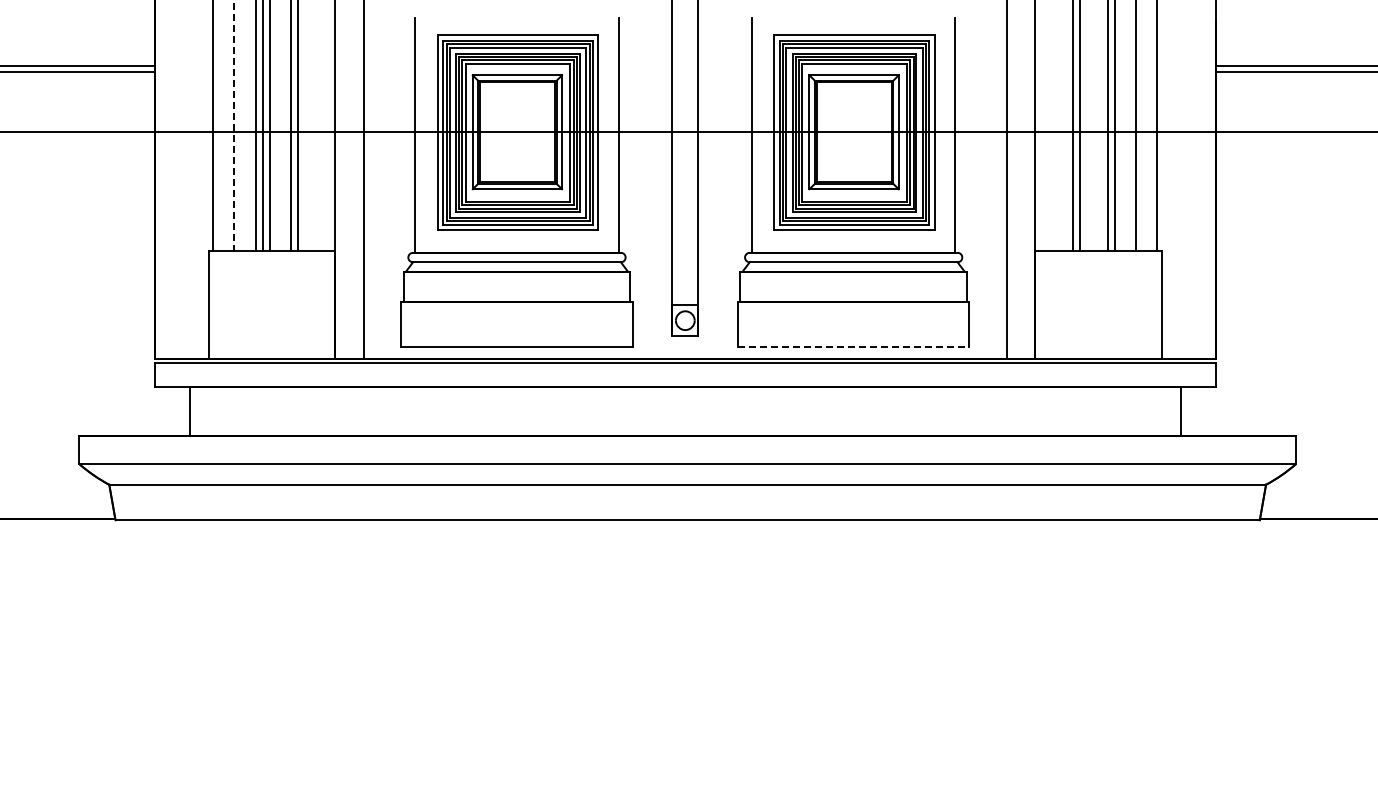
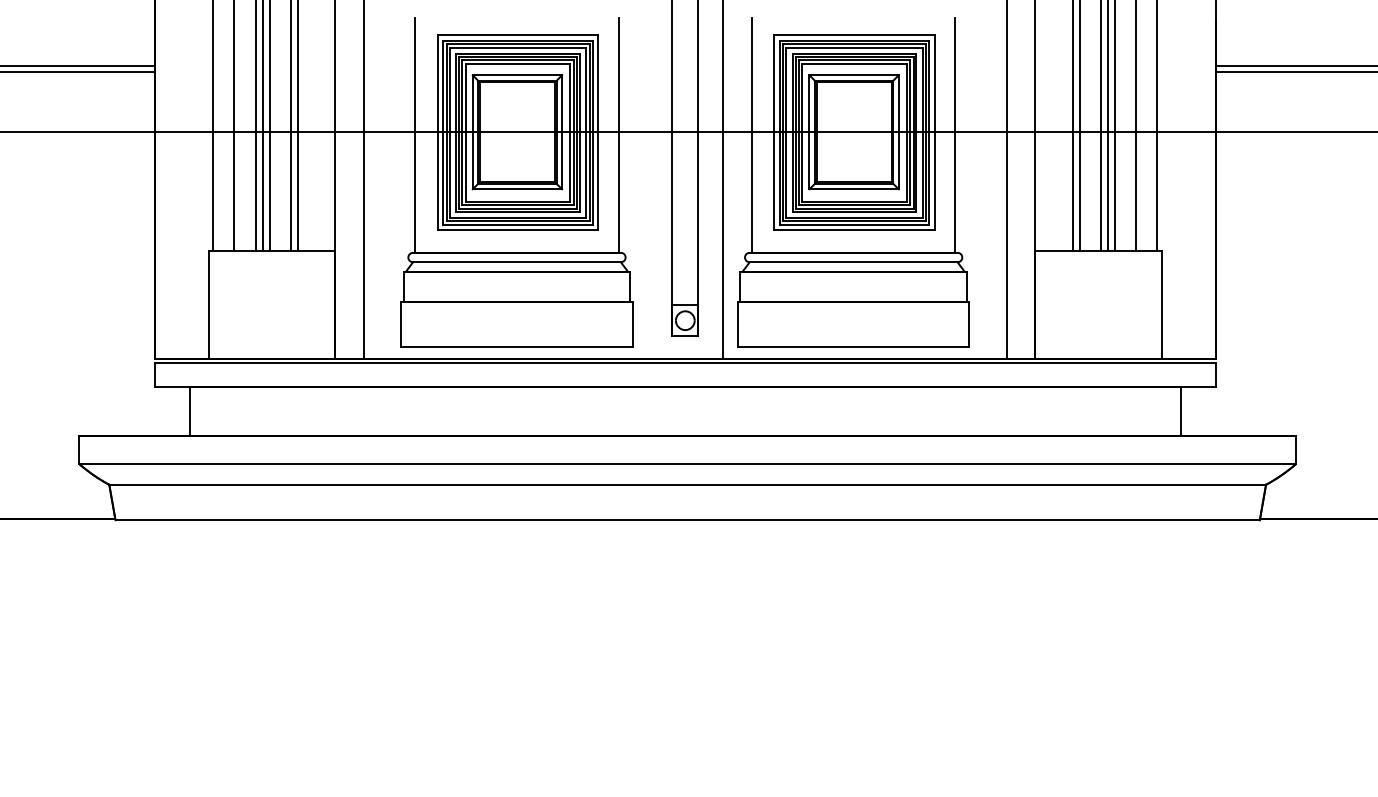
line at (234, 126): dashed -> solid
line at (1100, 126): none -> present
line at (722, 180): none -> present
line at (853, 346): dashed -> solid
